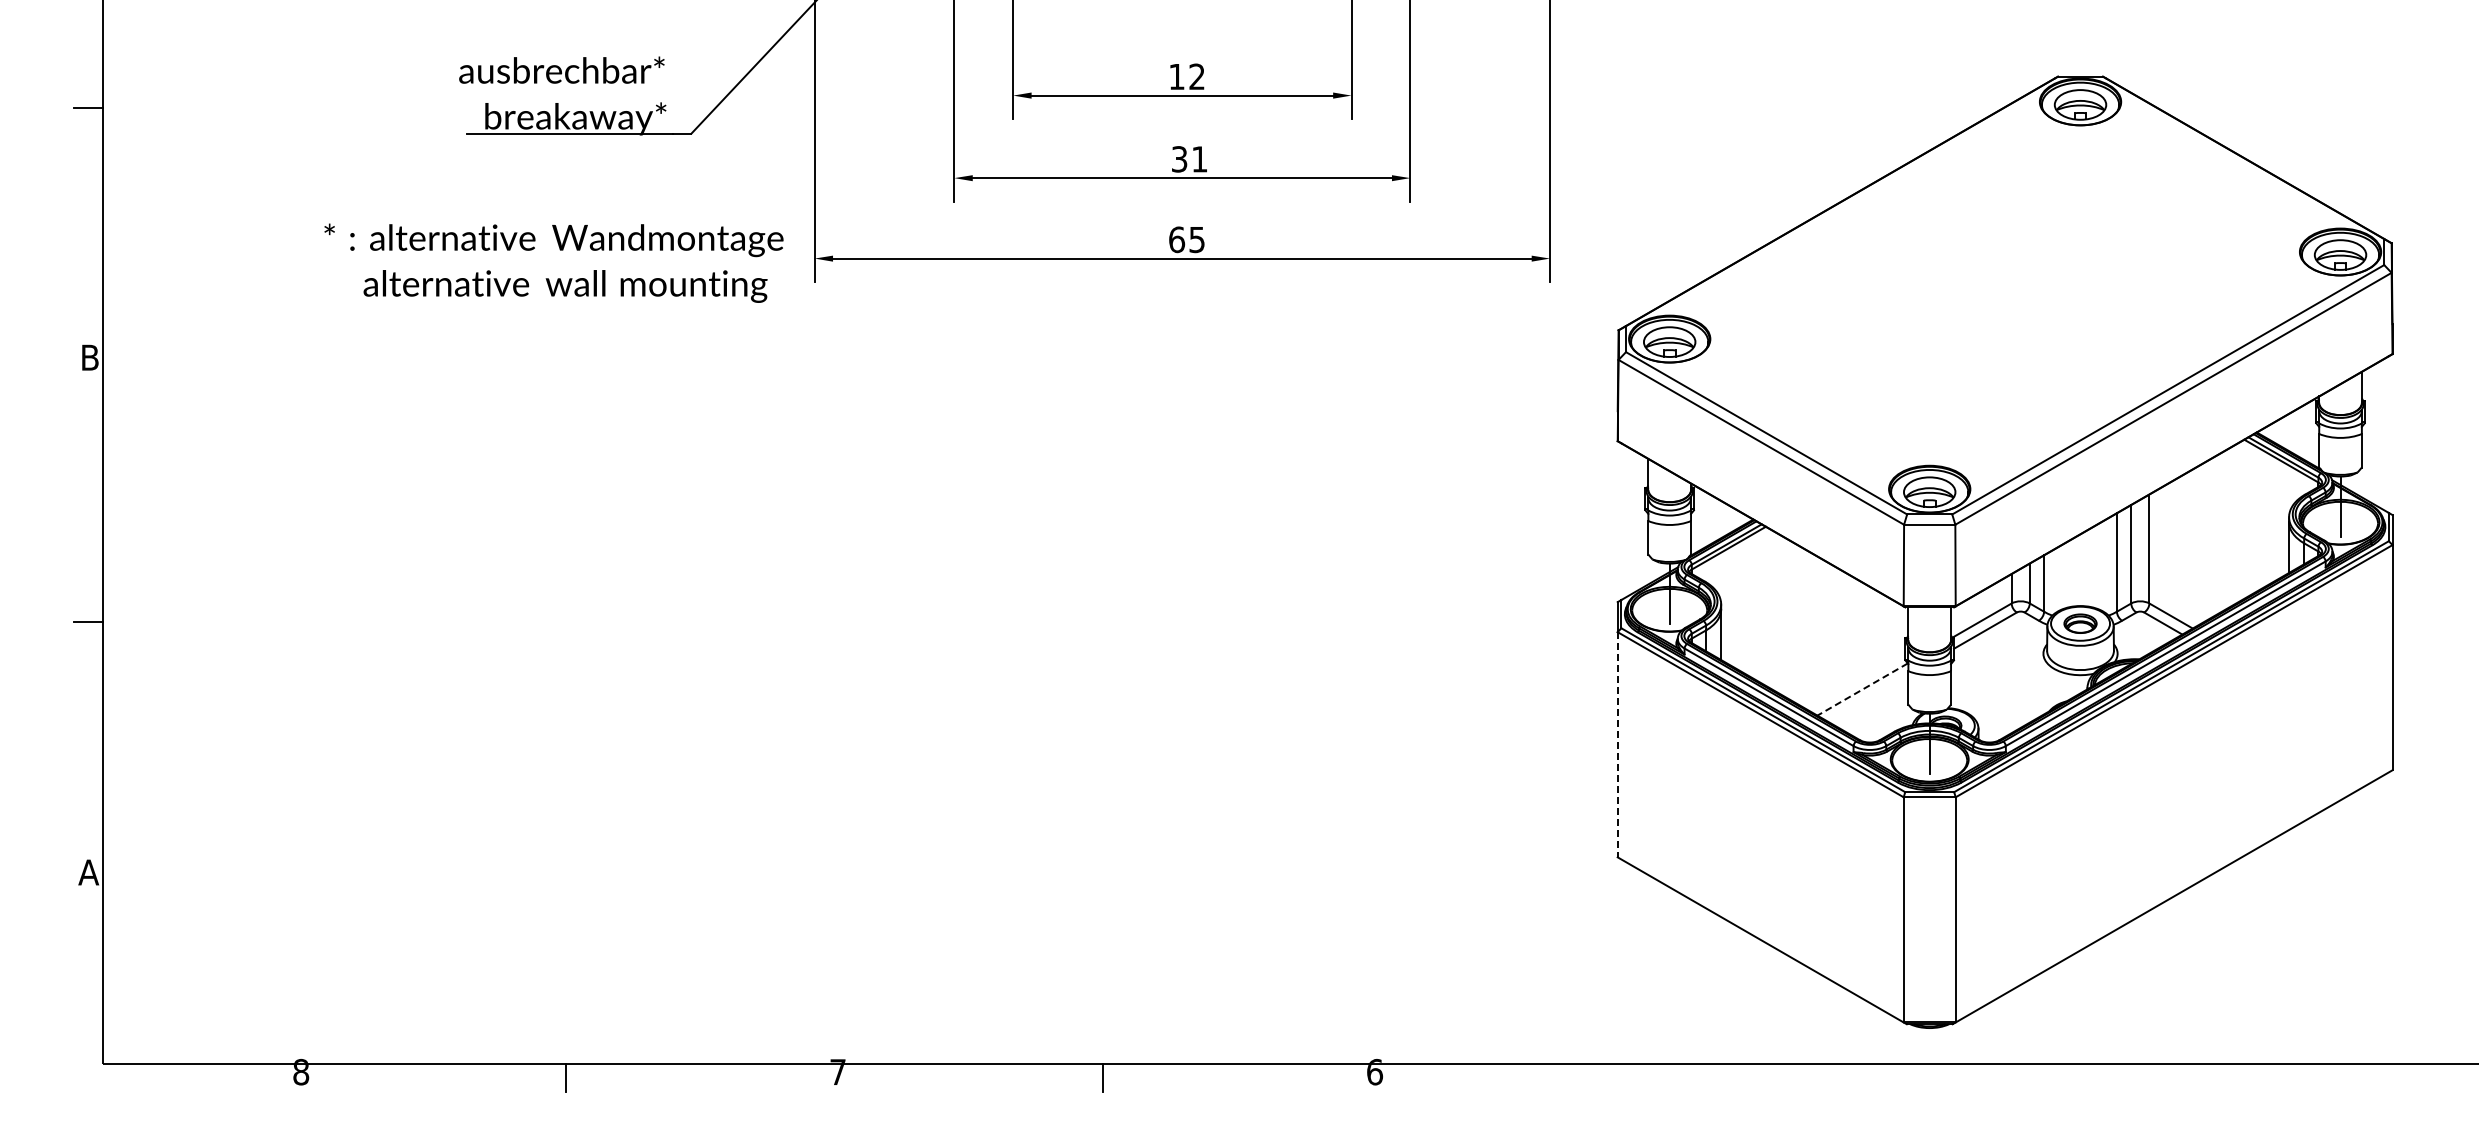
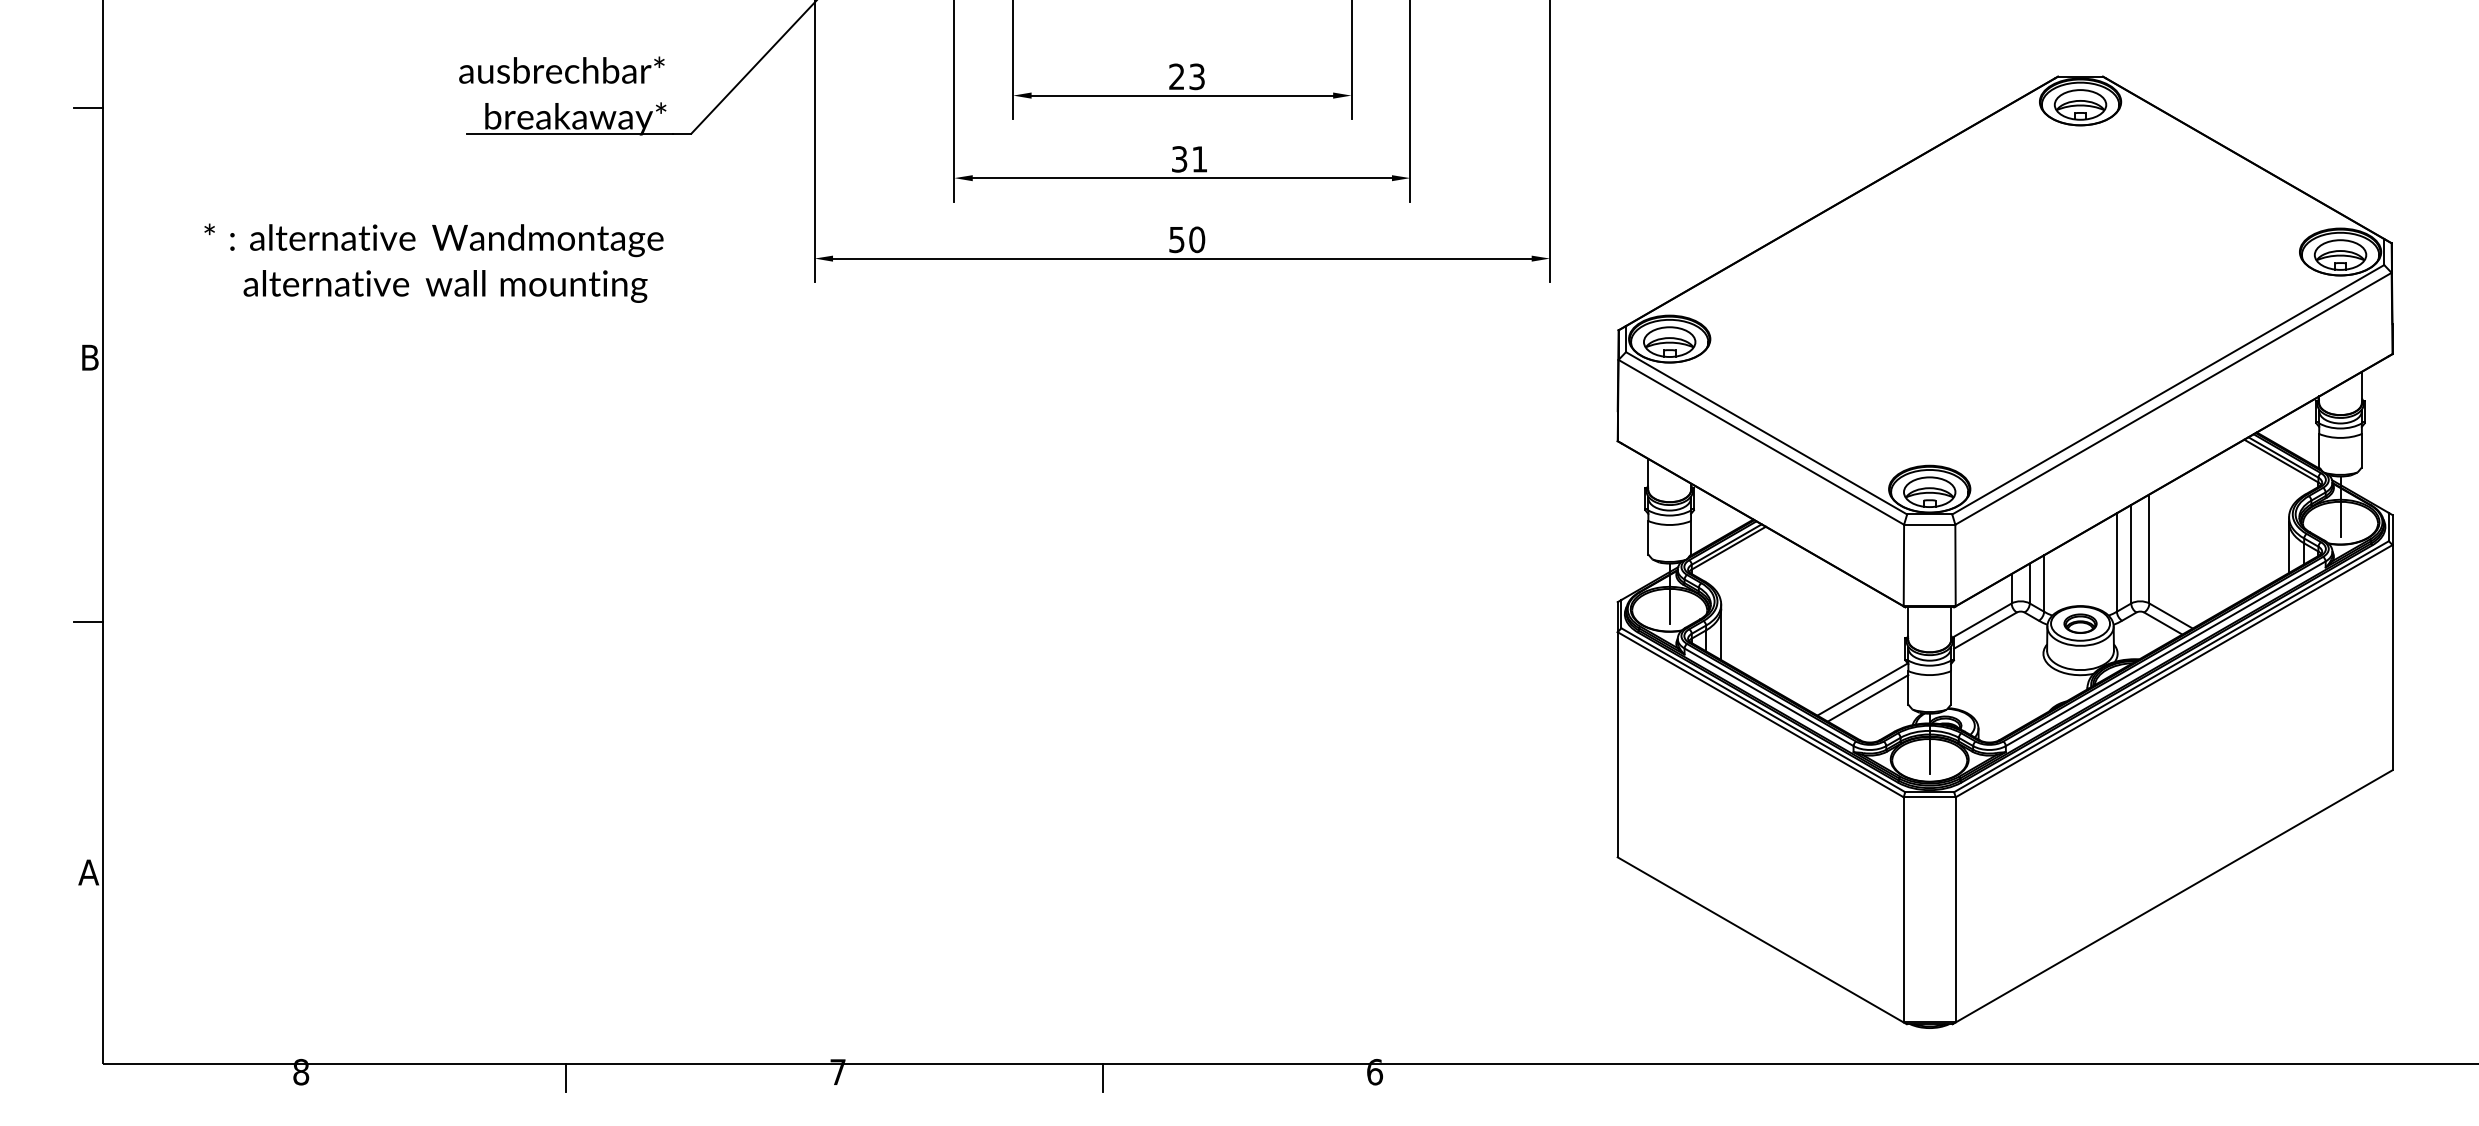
text at (1186, 76): 12 -> 23
text at (1187, 239): 65 -> 50
text at (553, 262) position: (553, 262) -> (433, 262)
line at (1862, 689): dashed -> solid
line at (1867, 698): none -> present
line at (1617, 744): dashed -> solid
